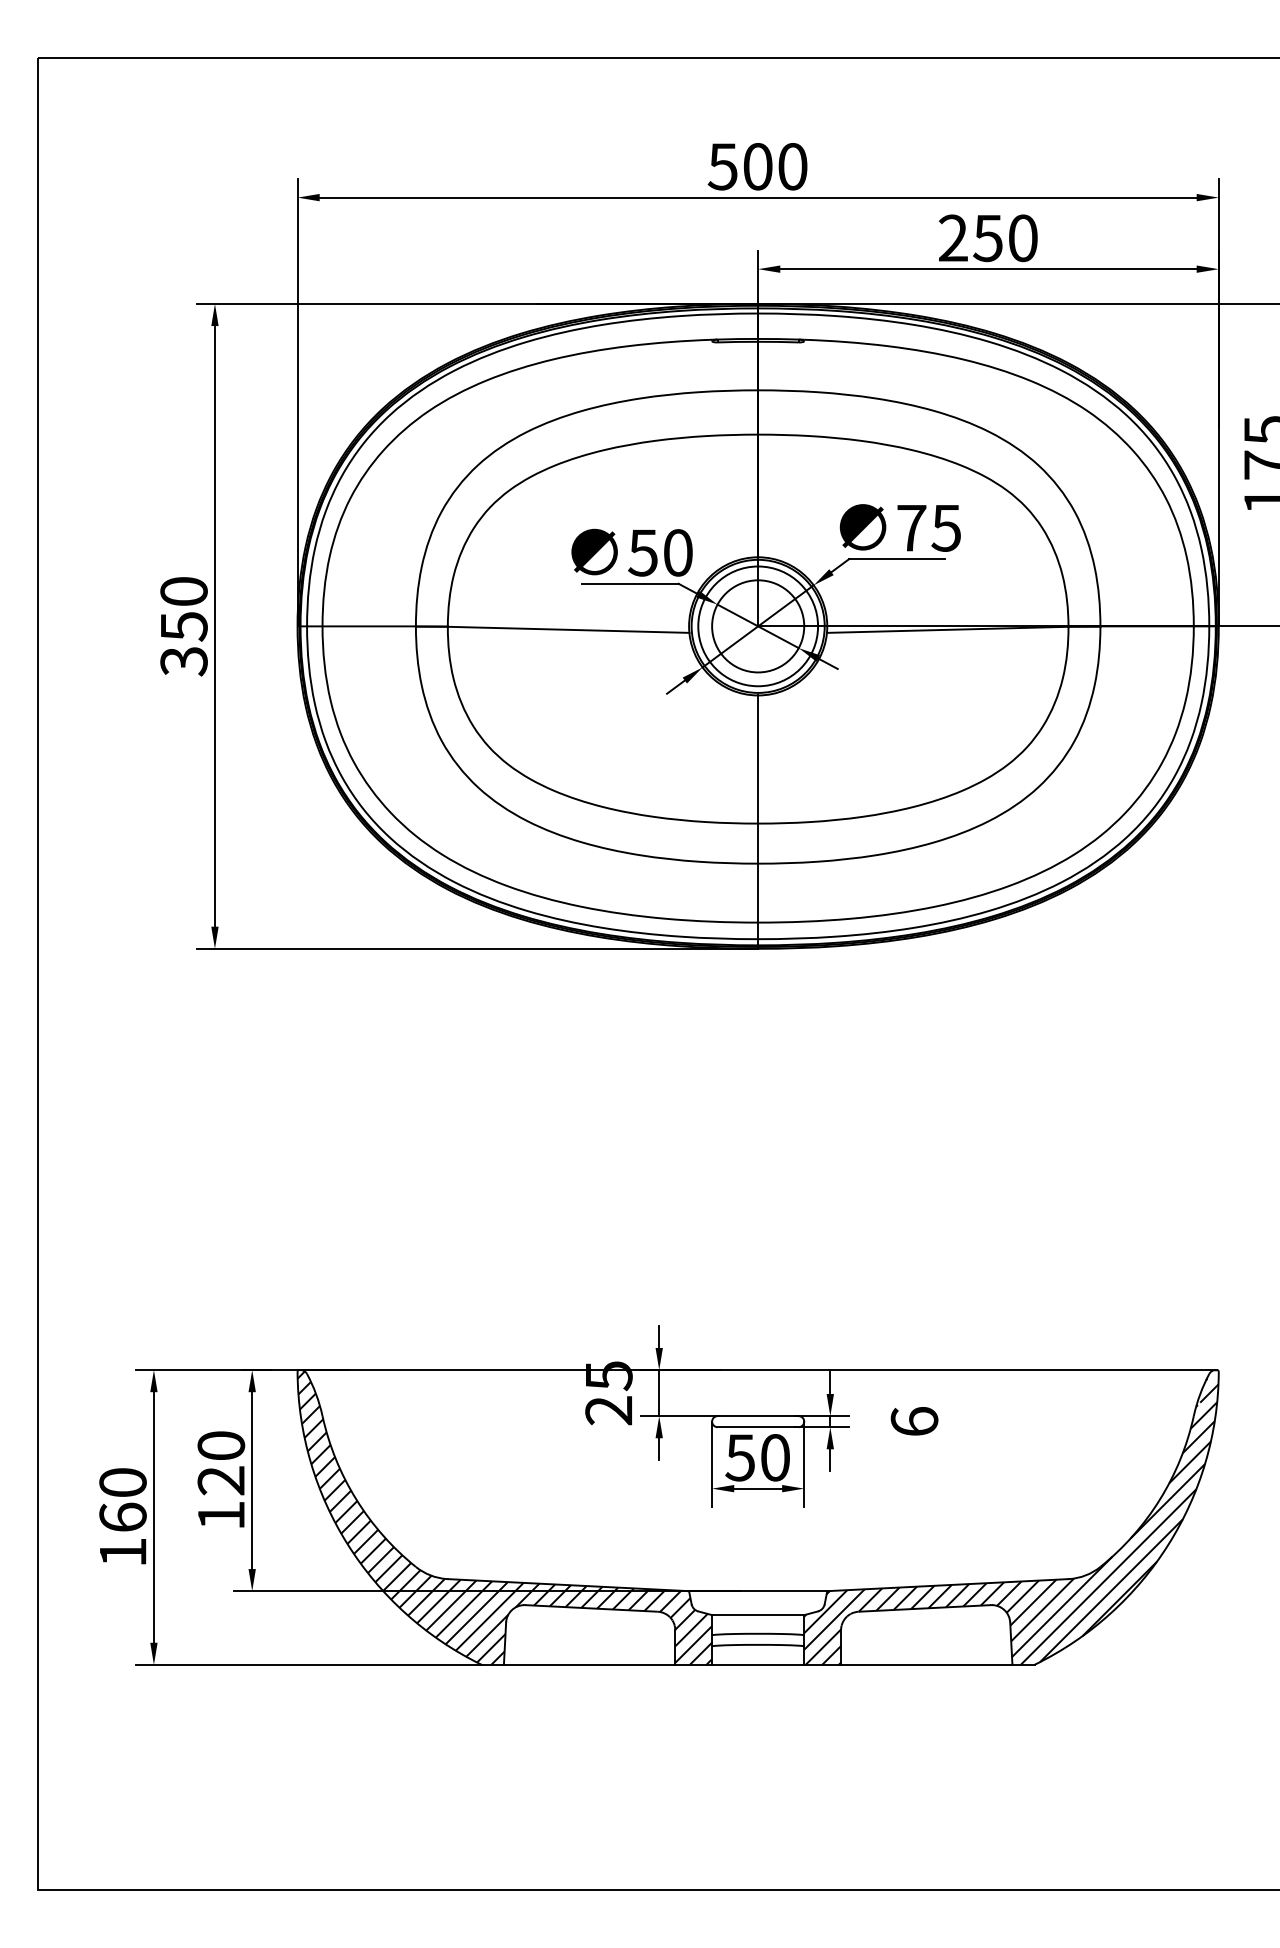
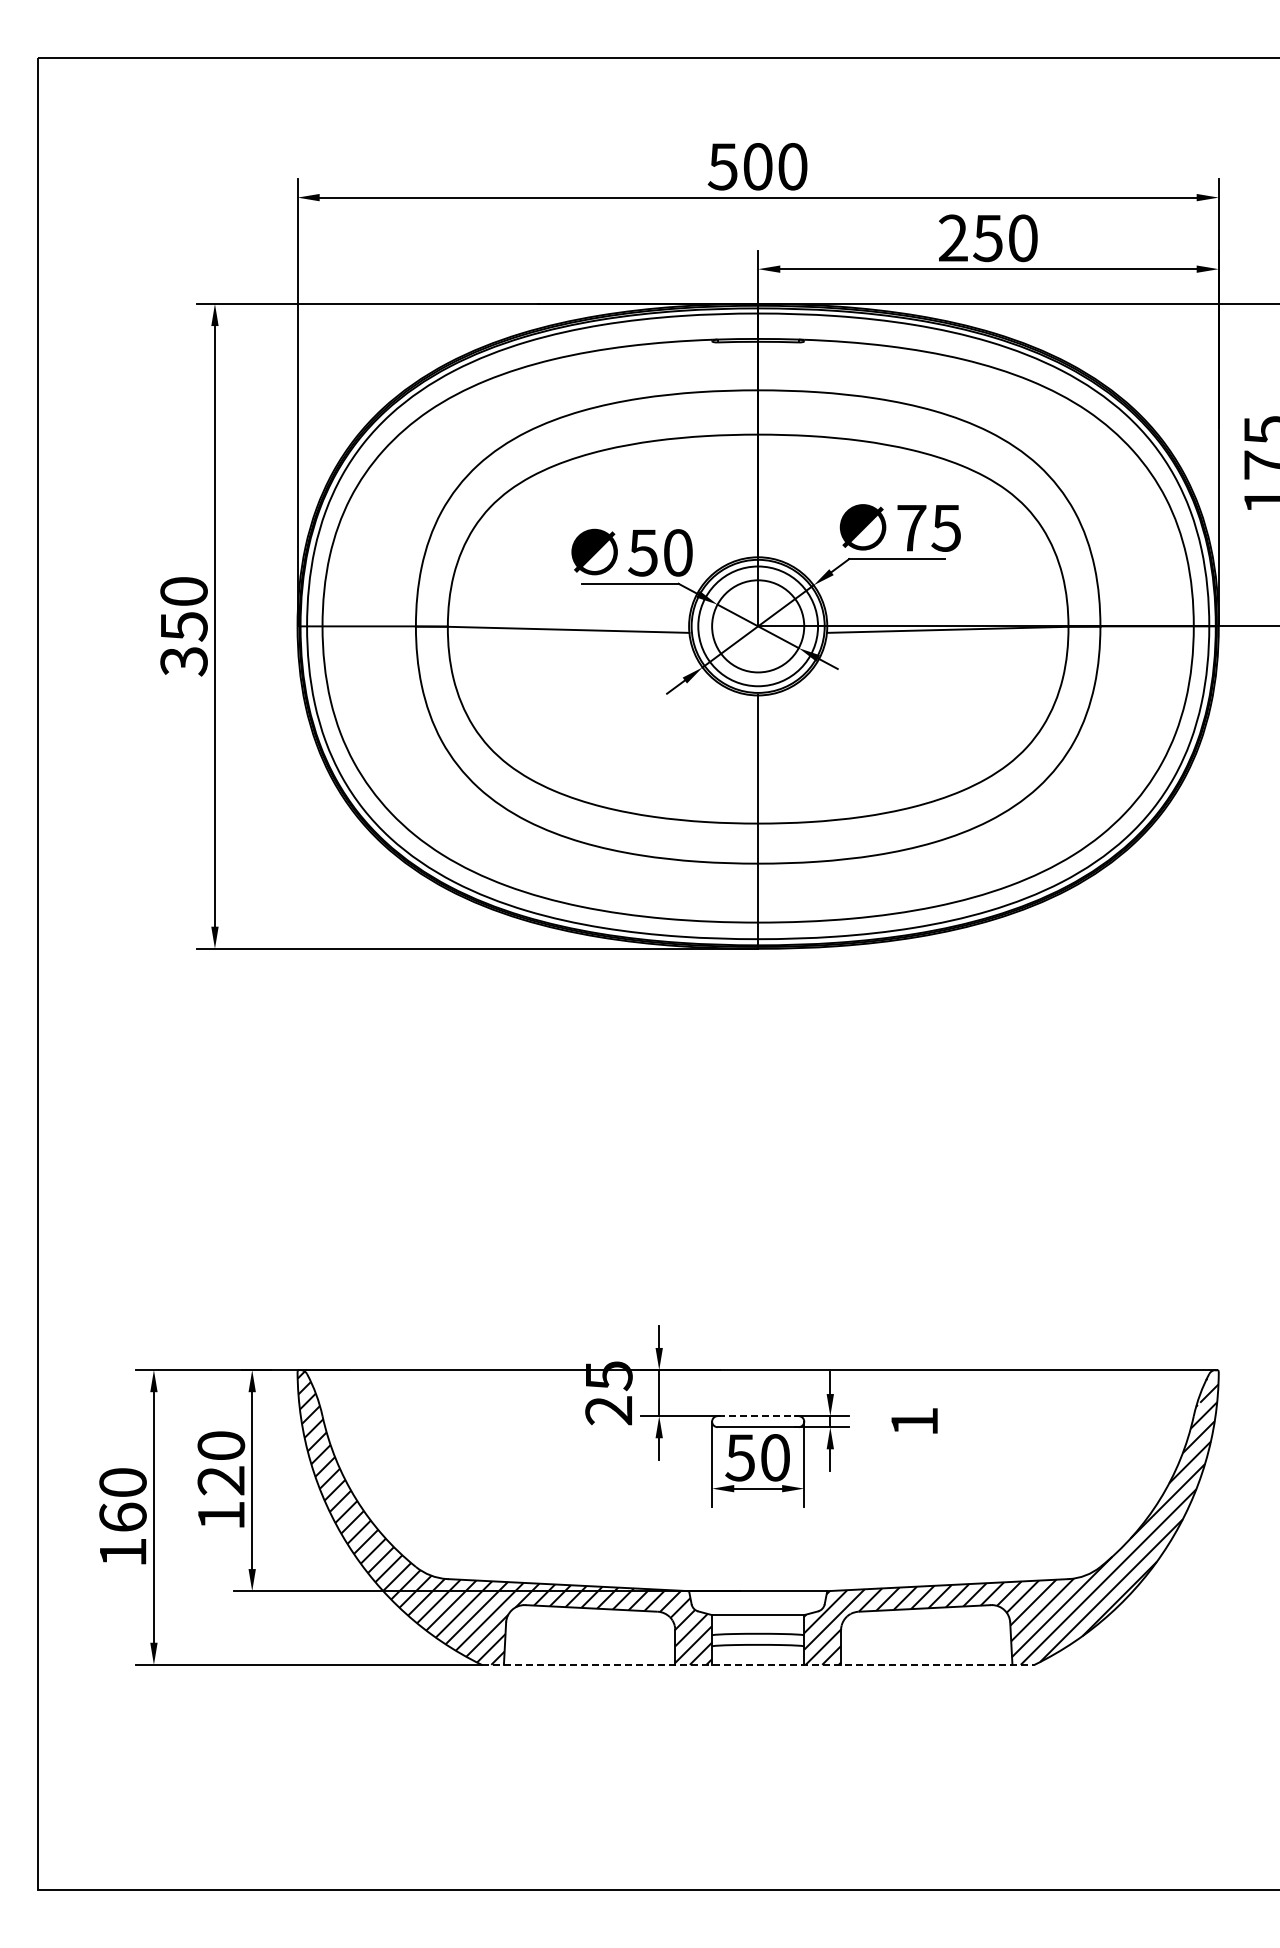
line at (758, 1416): solid -> dashed
text at (914, 1421): 6 -> 1
line at (758, 1664): solid -> dashed
